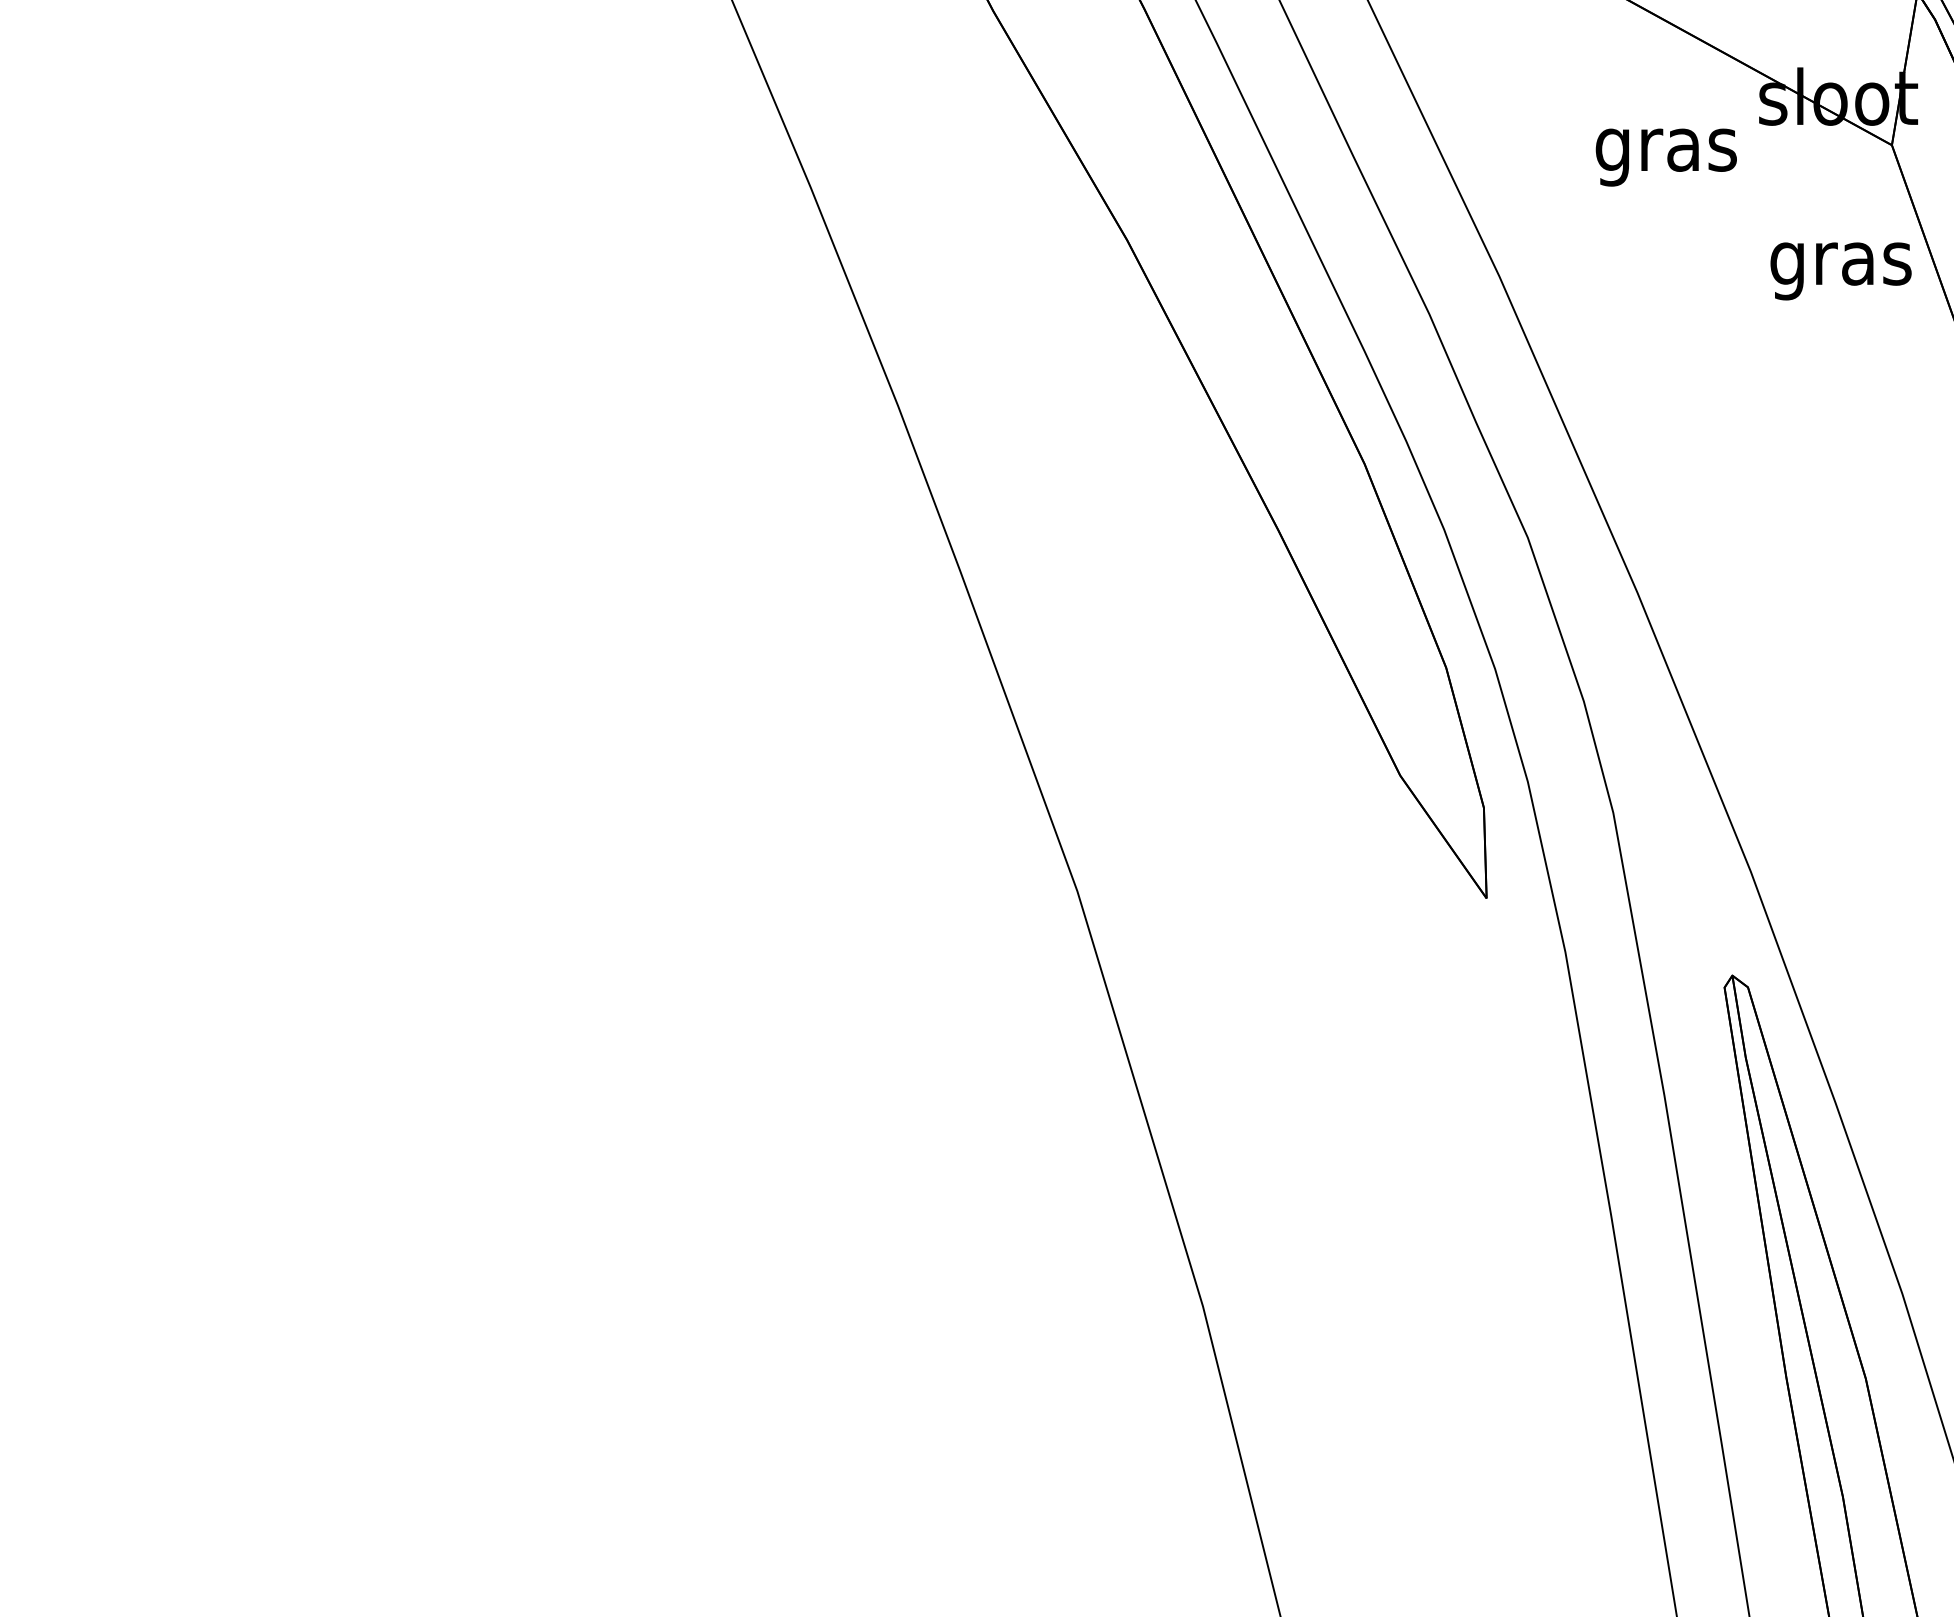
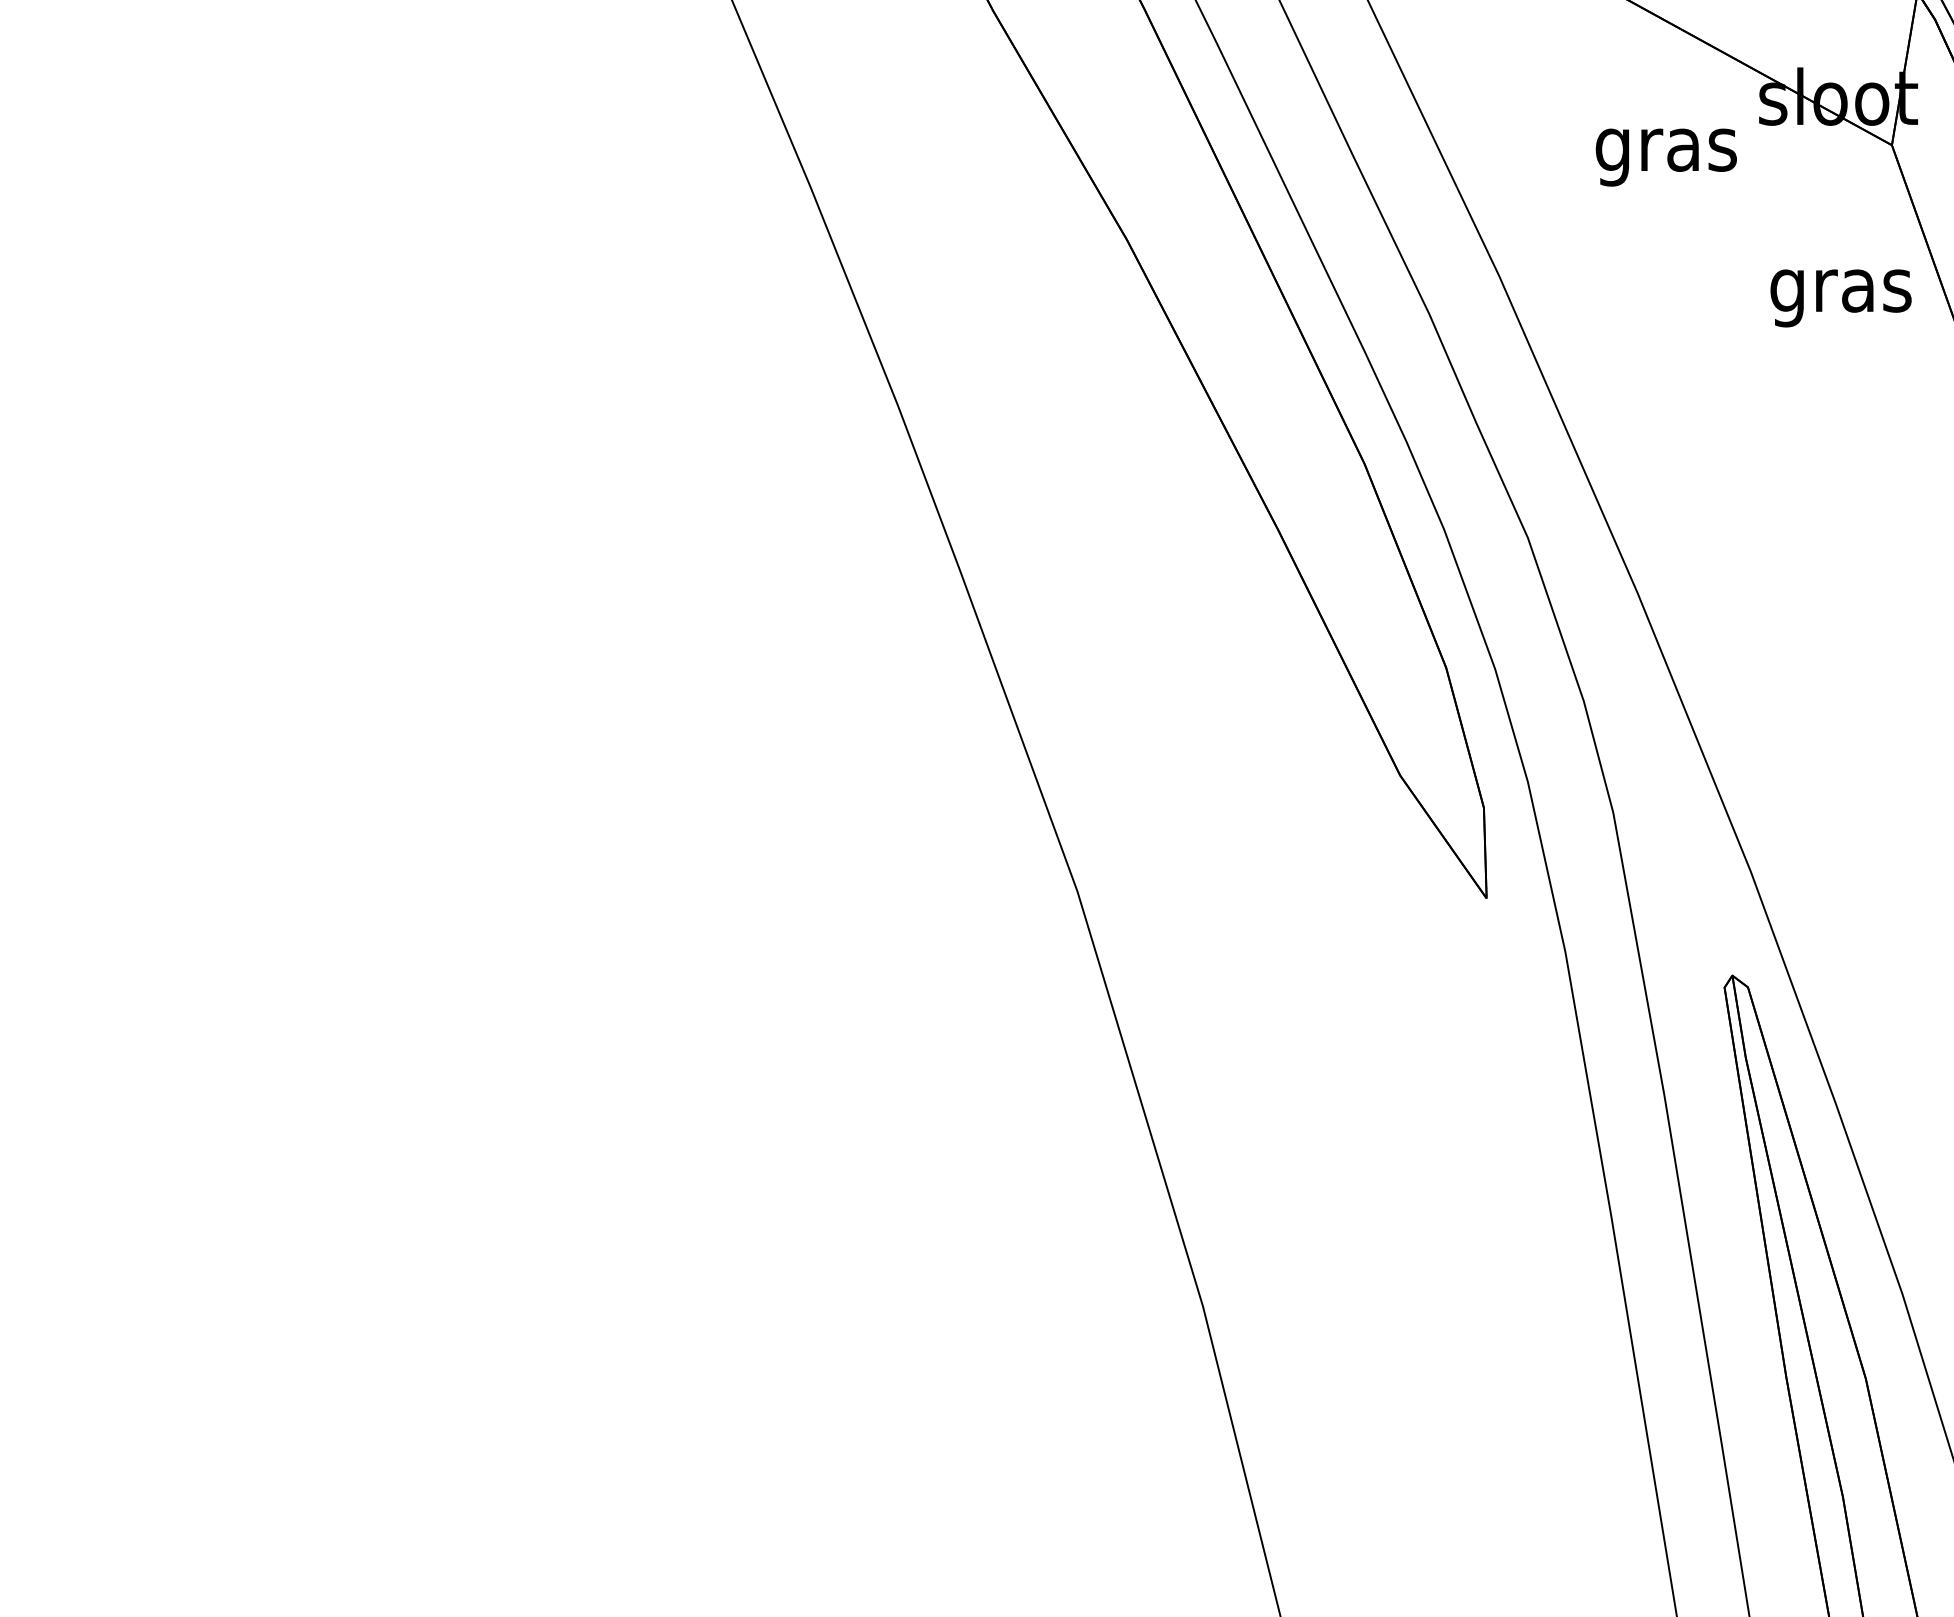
text at (1840, 271) position: (1840, 271) -> (1840, 298)
